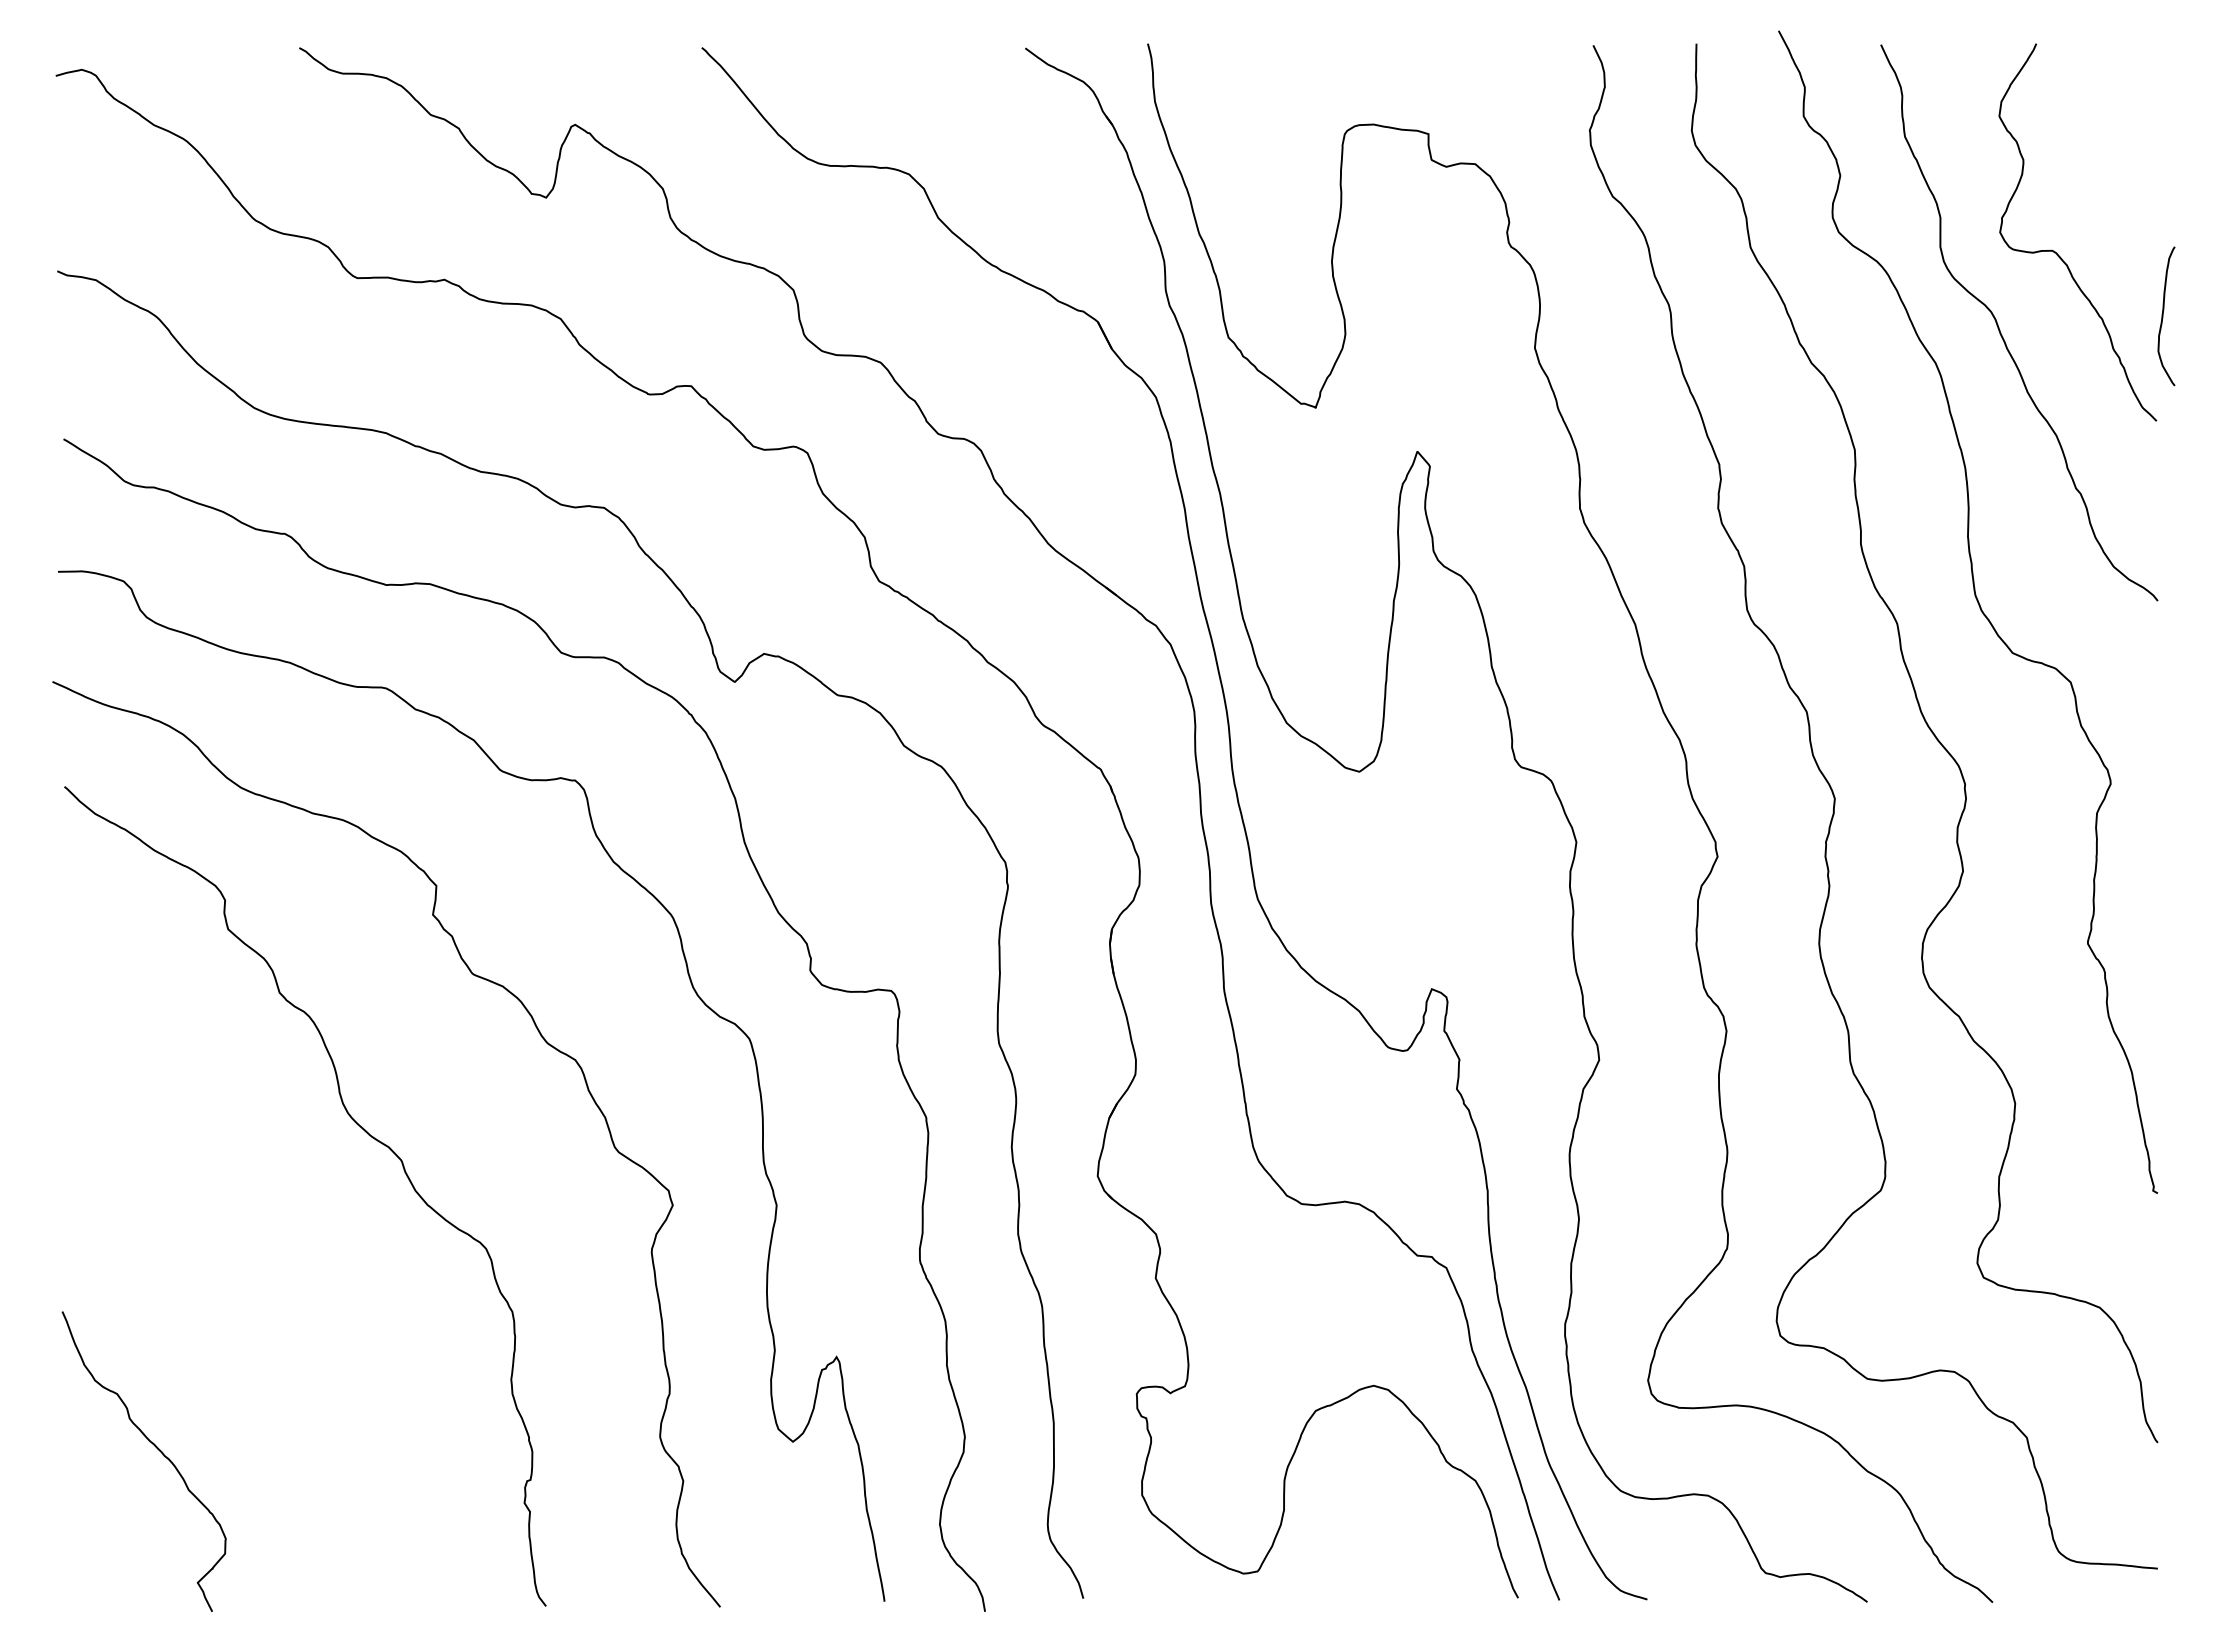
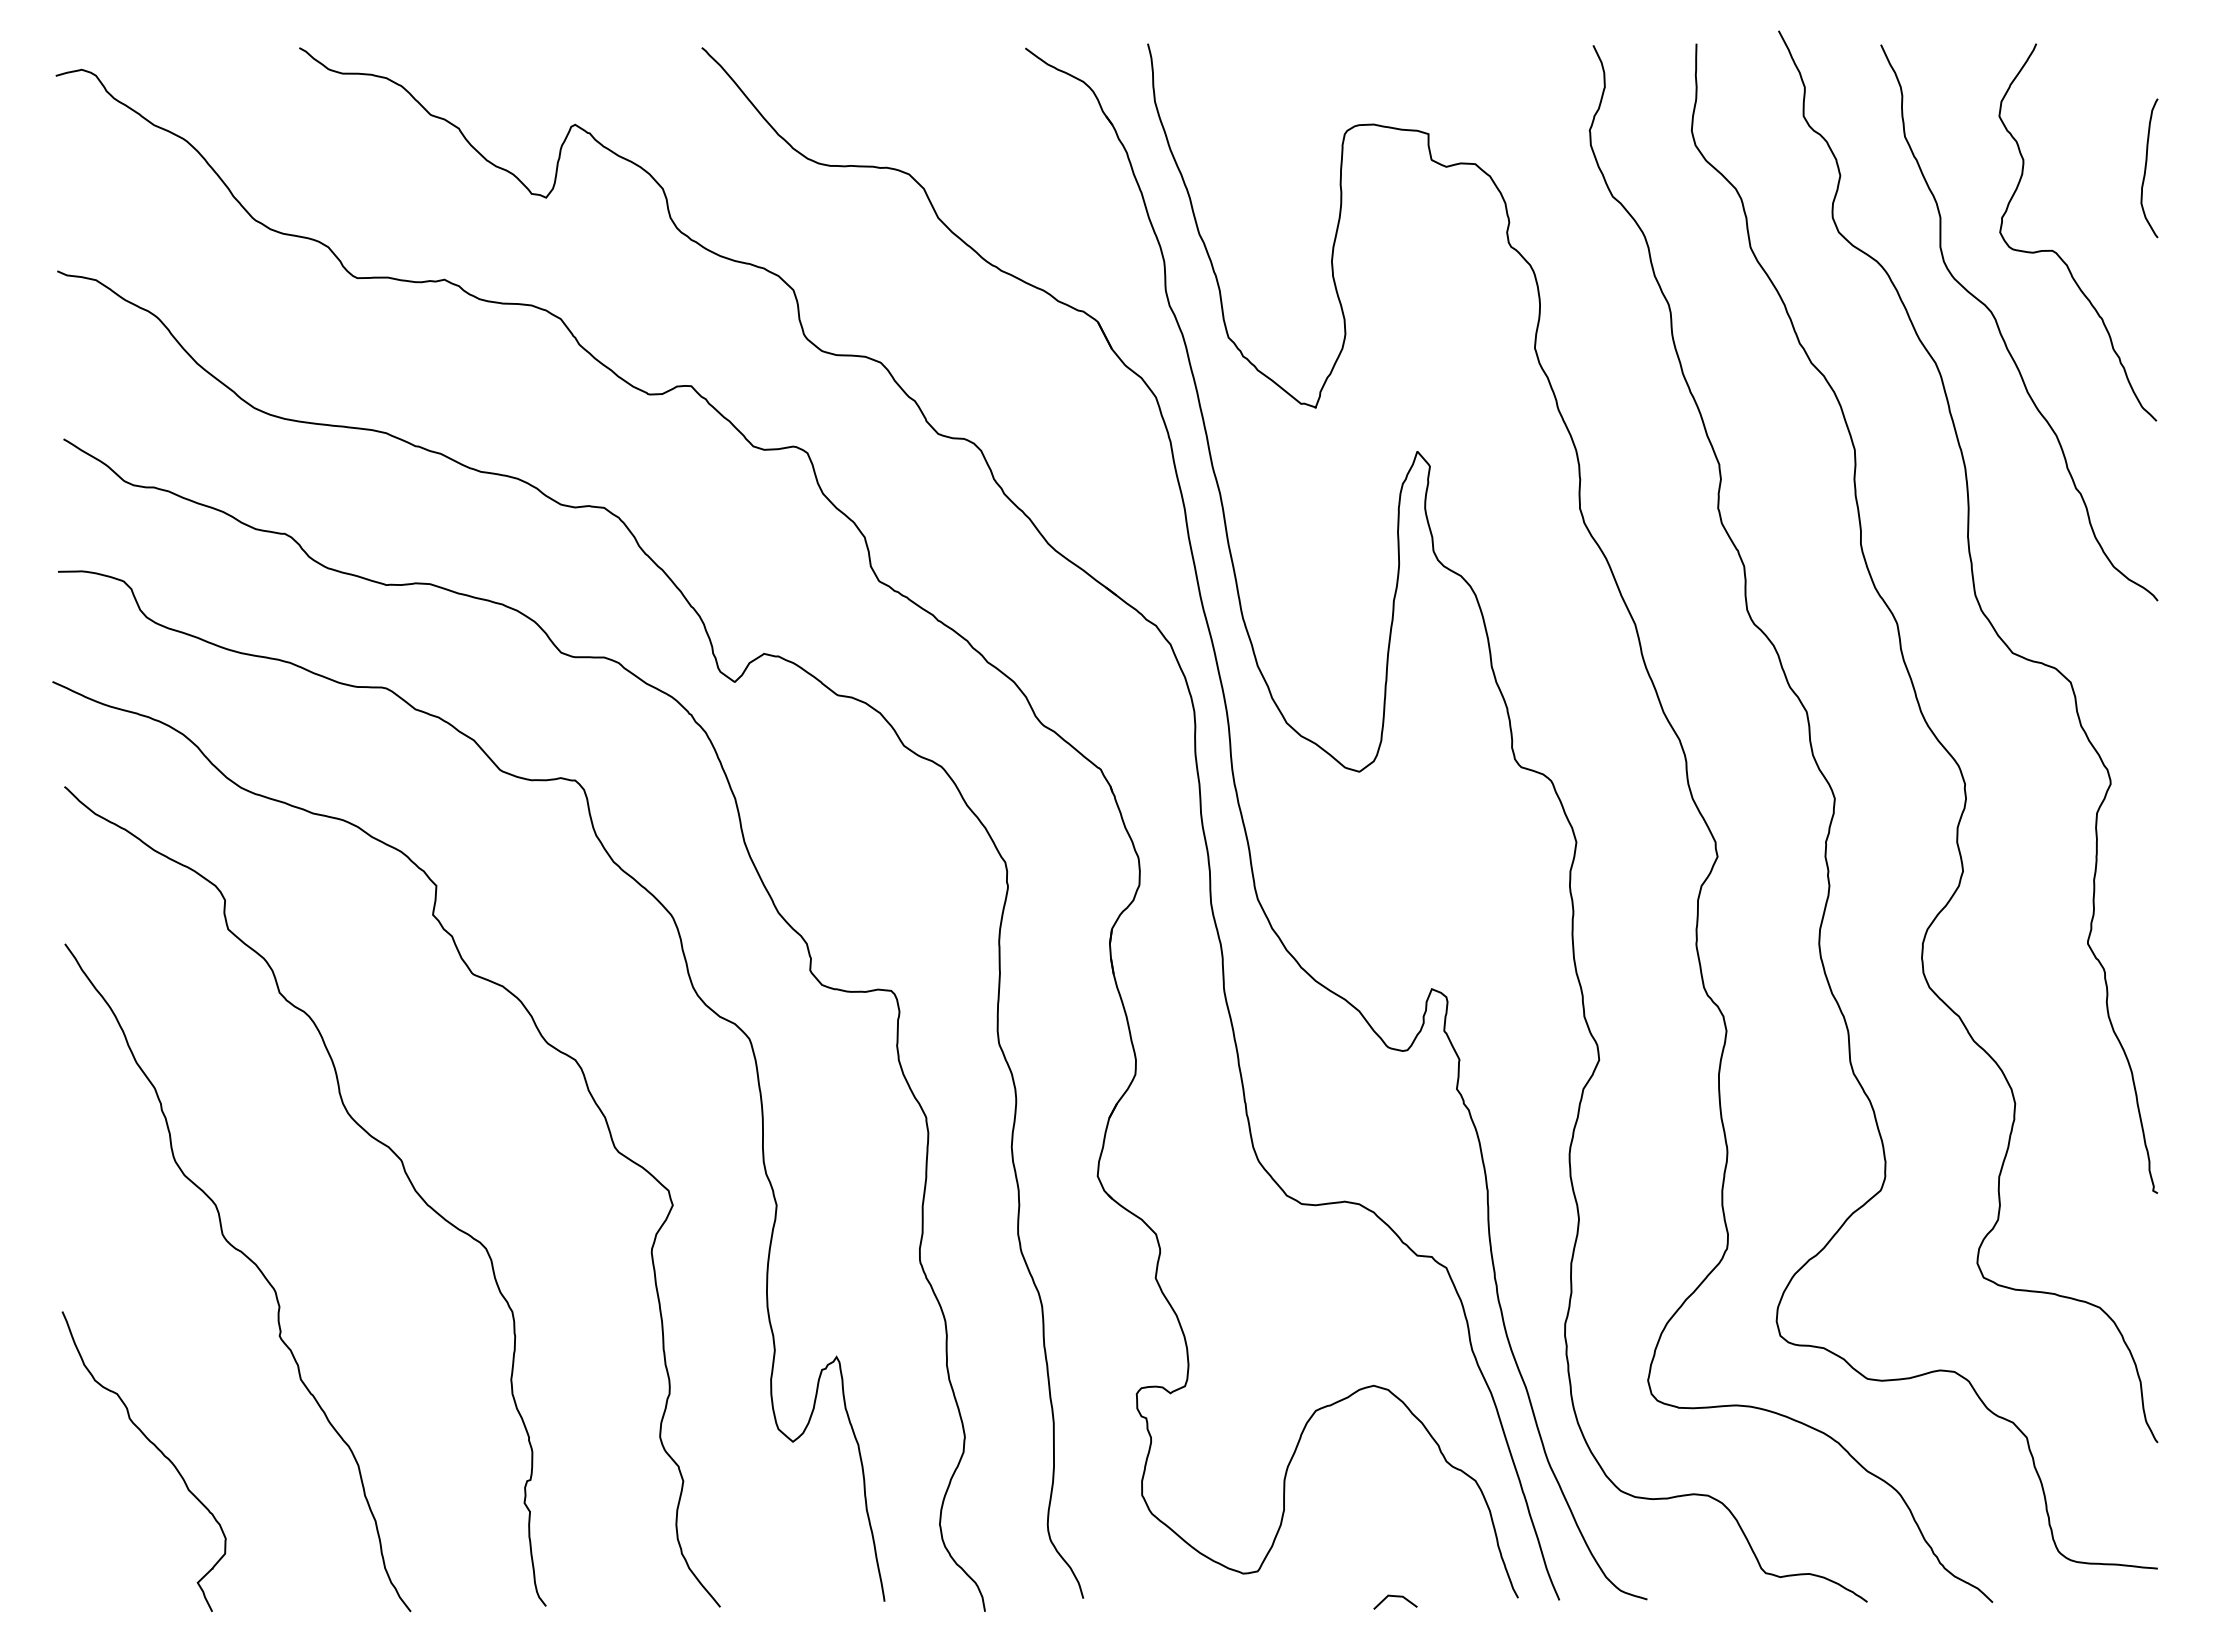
curve at (2163, 316) position: (2163, 316) -> (2146, 168)
curve at (251, 1262): none -> present
line at (1395, 1597): none -> present
